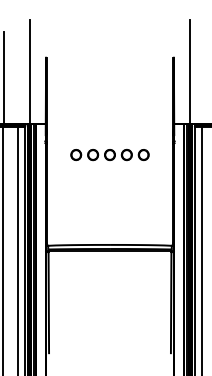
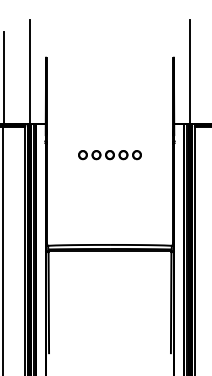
part at (109, 155) size: 80x13 px -> 64x11 px
line at (17, 249): present -> none
line at (202, 249): present -> none
